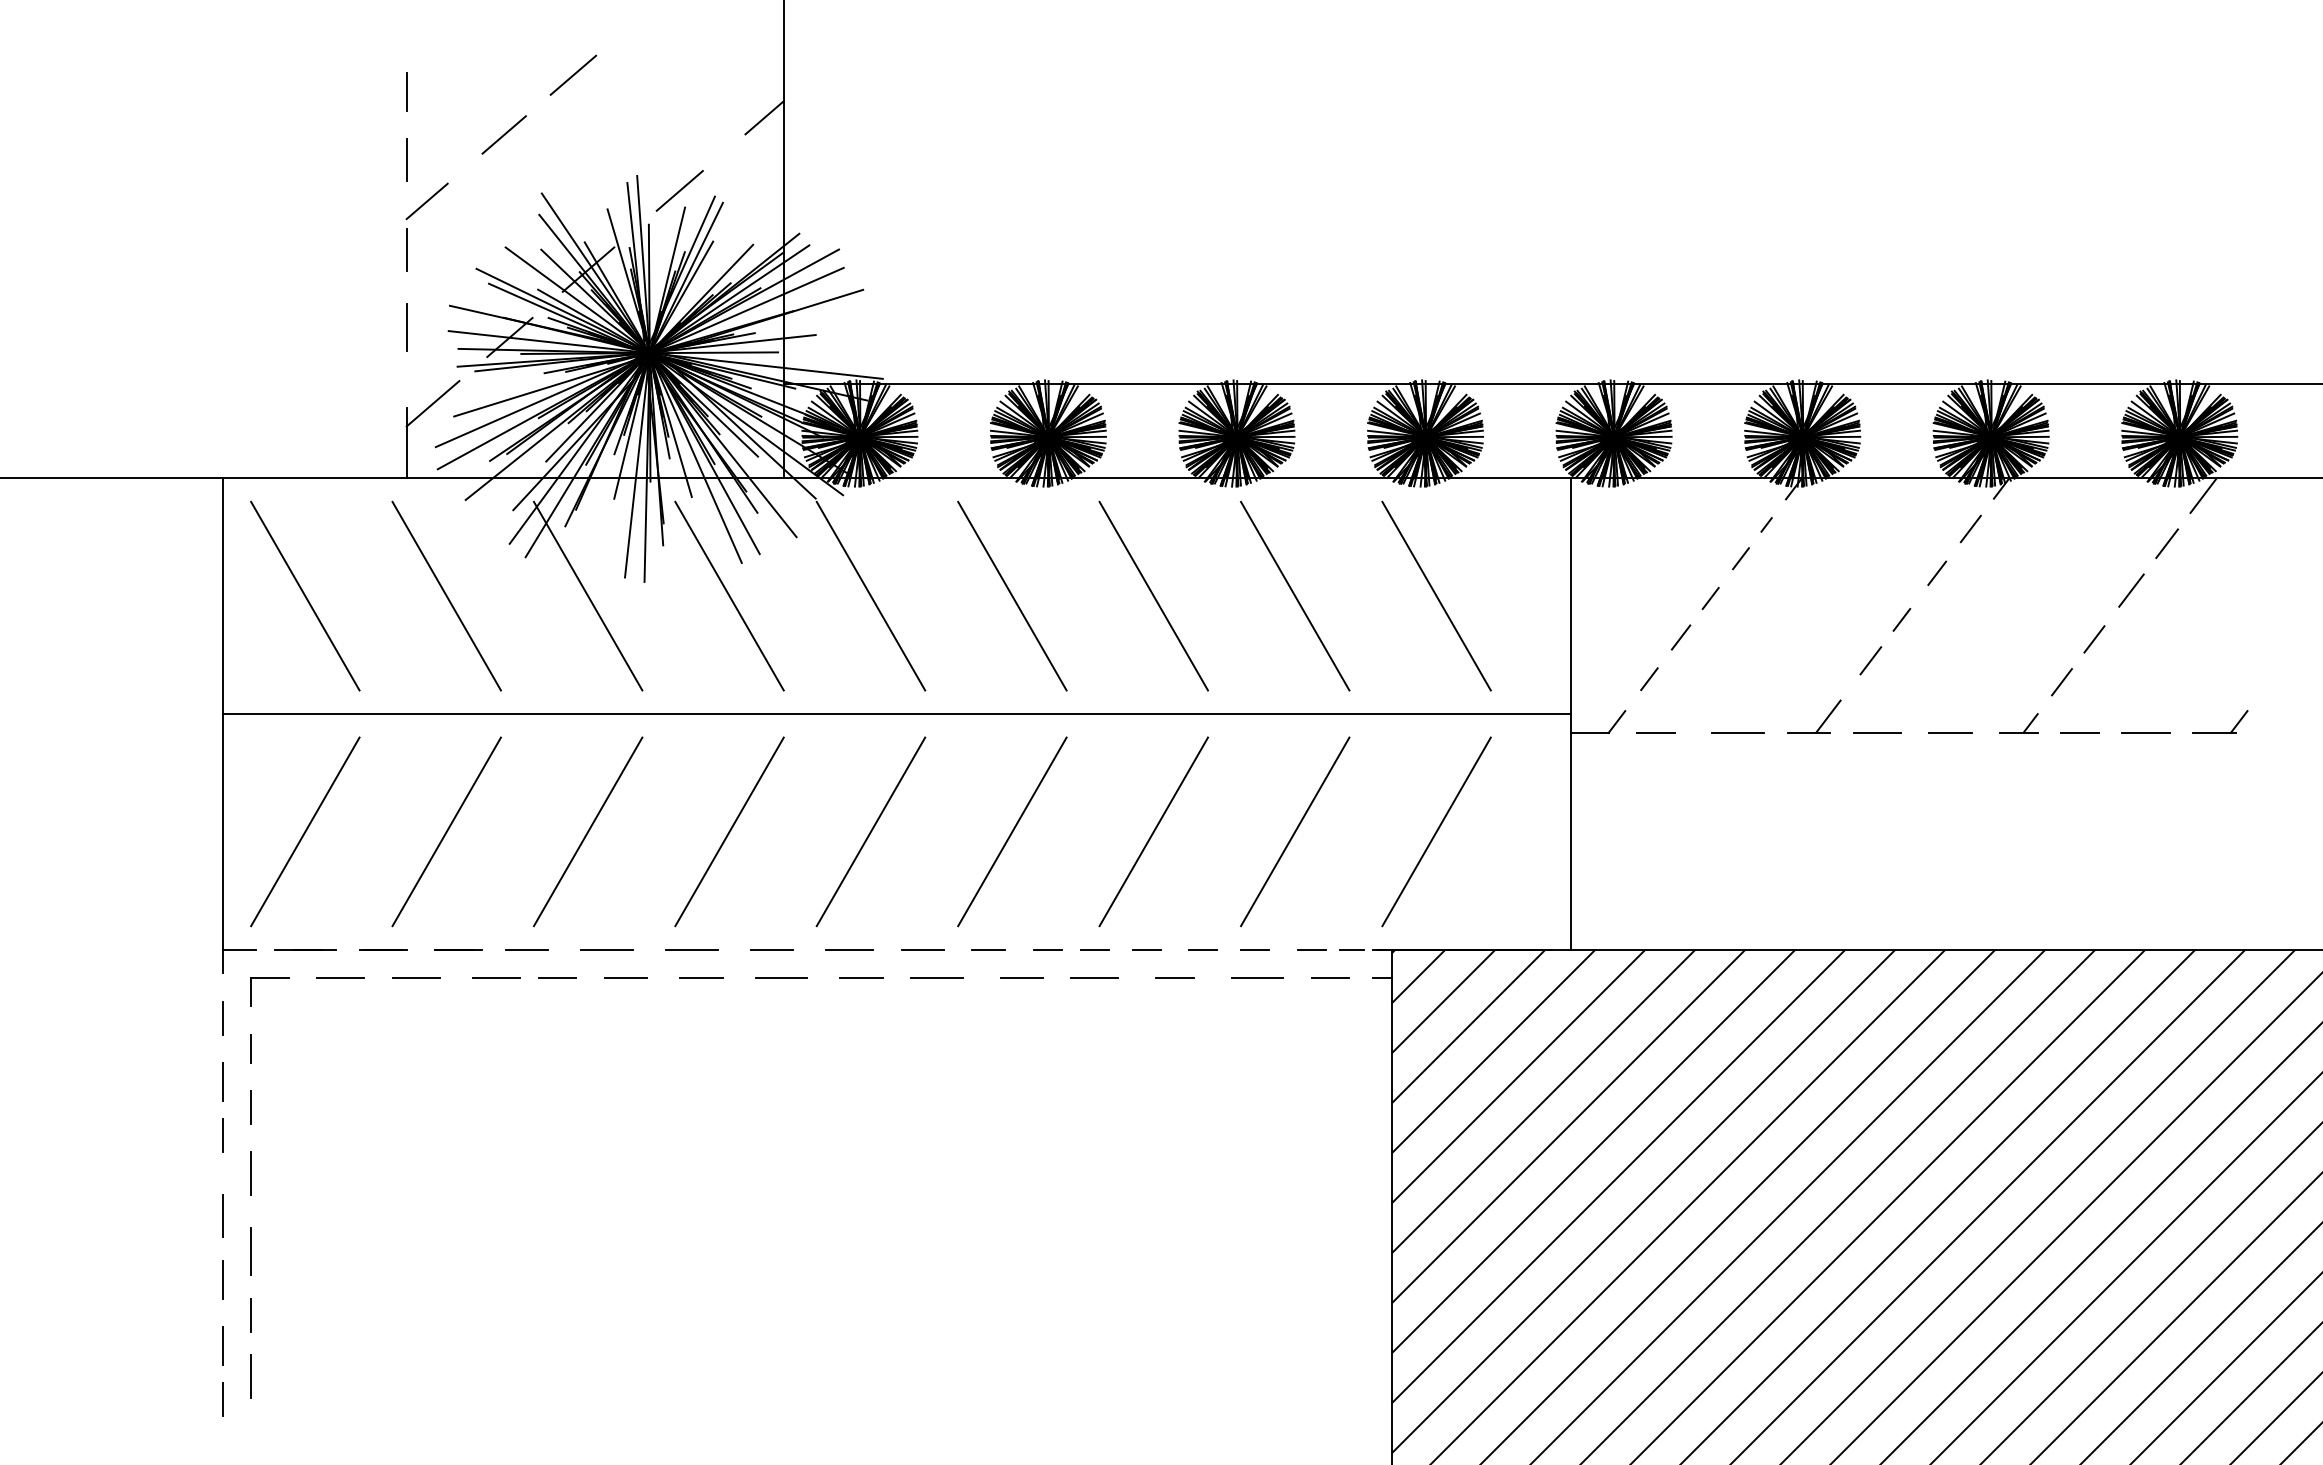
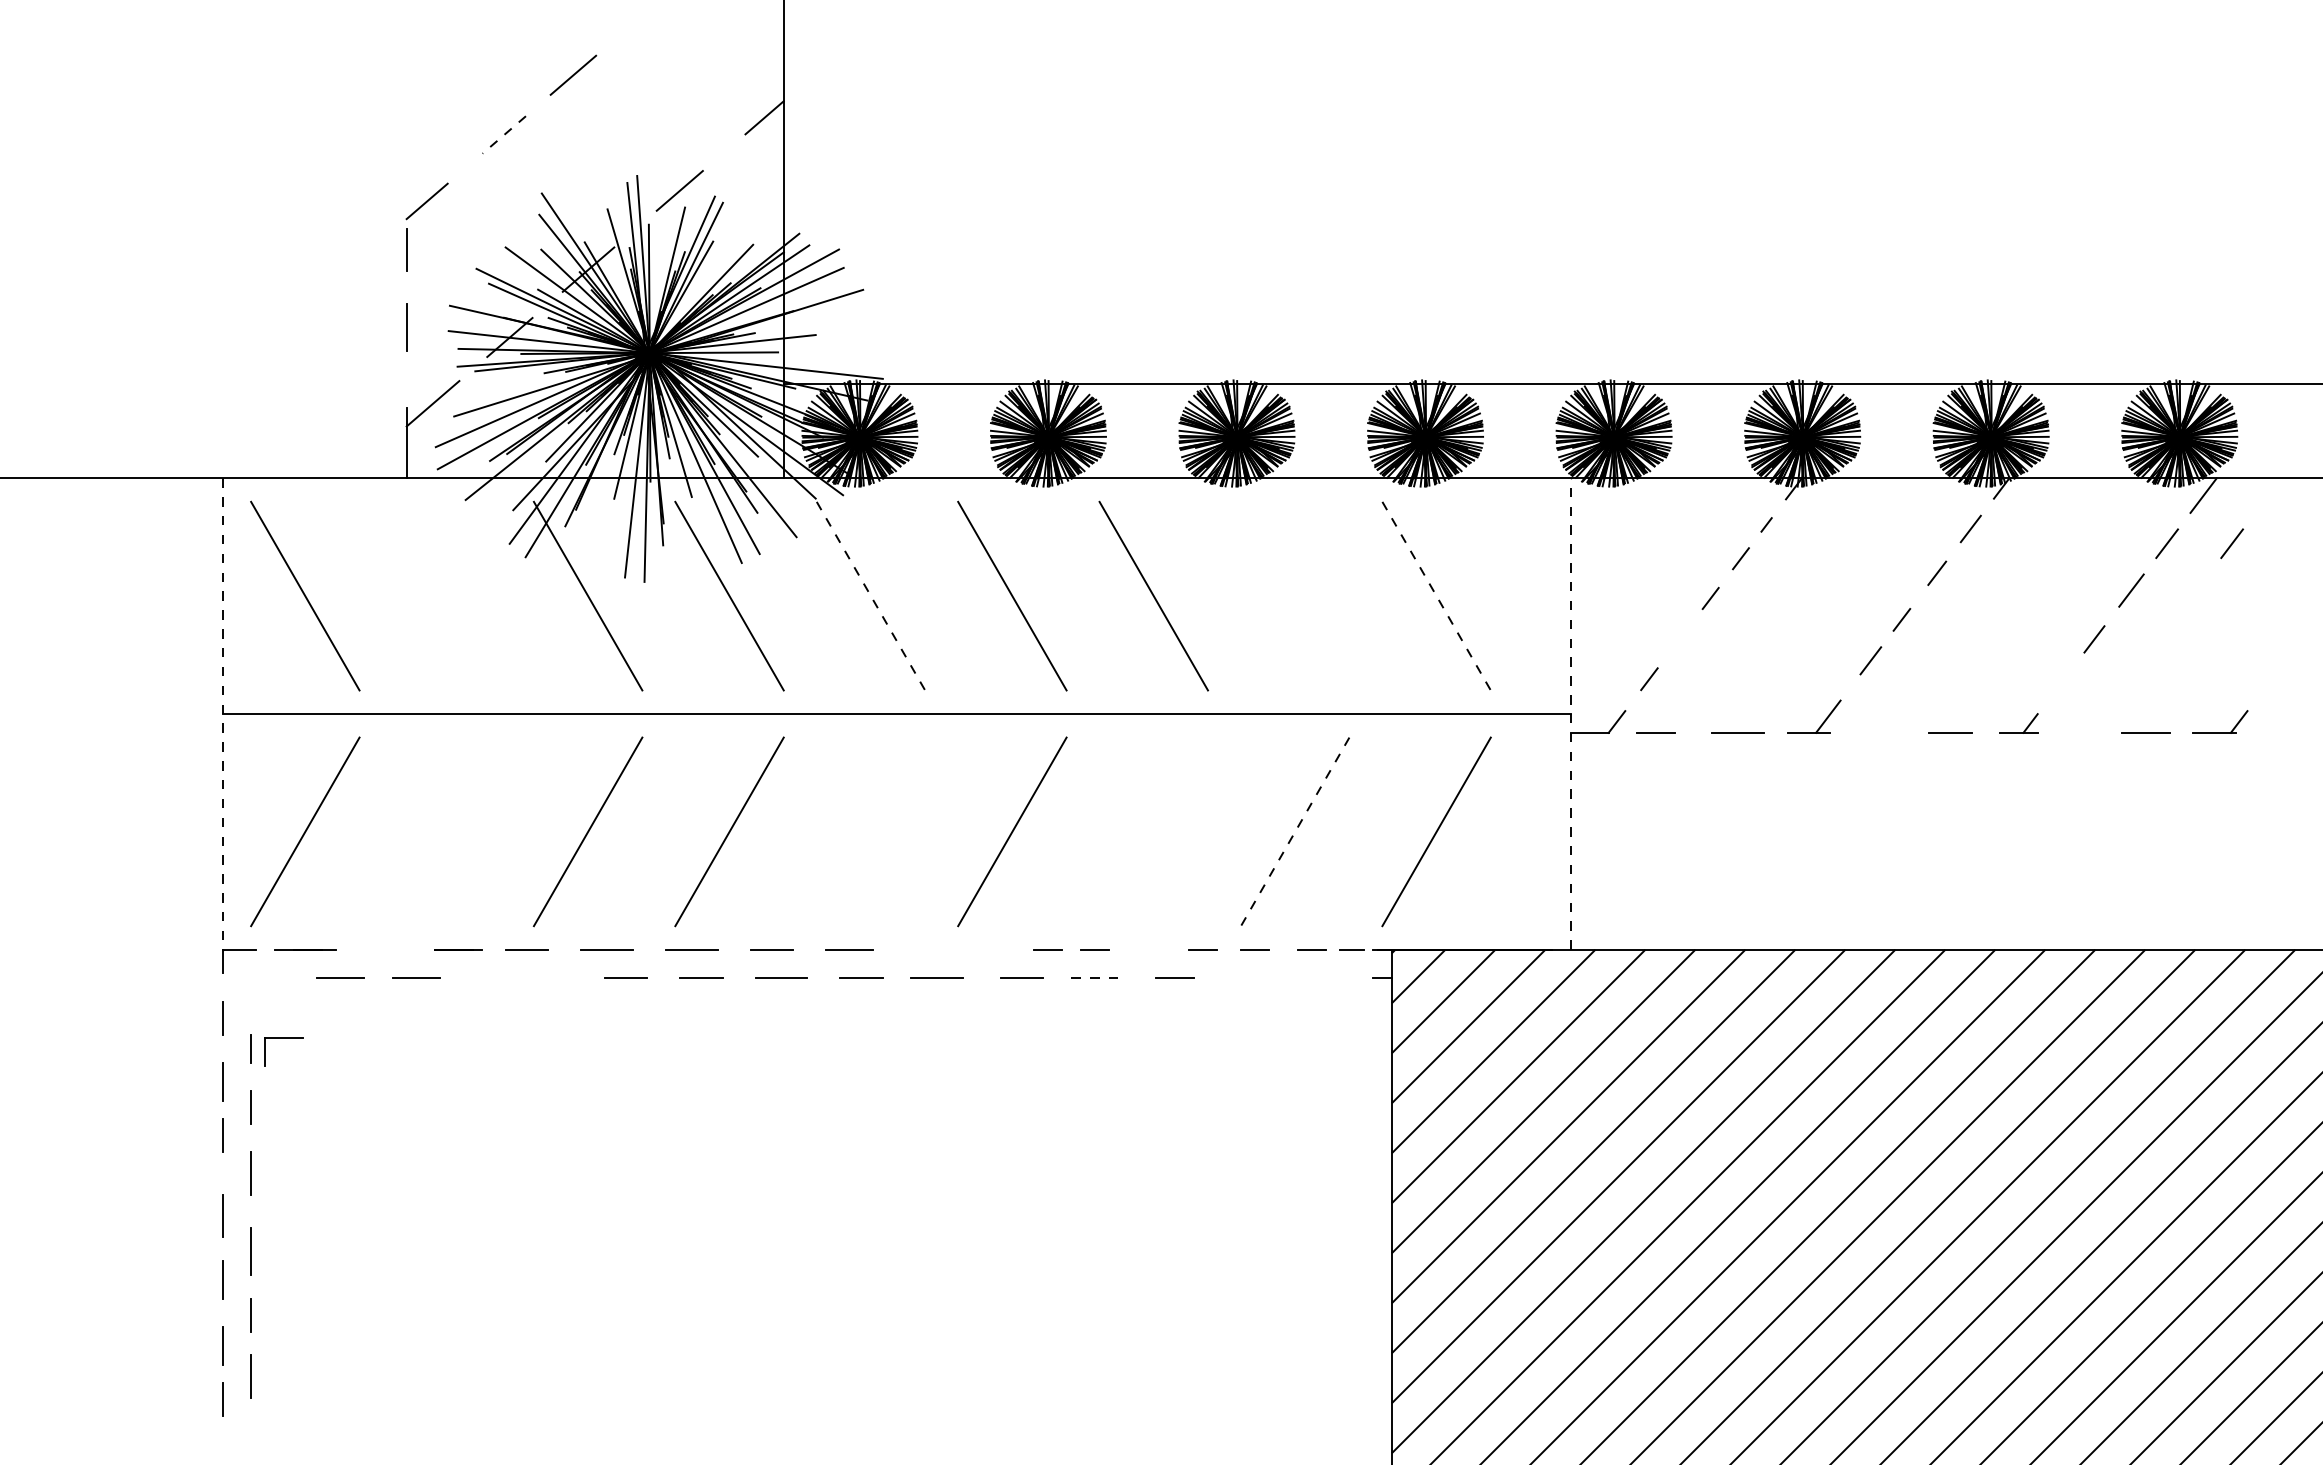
line at (406, 91): present -> none
line at (504, 134): solid -> dashed
line at (406, 159): present -> none
line at (2232, 543): none -> present
line at (446, 595): present -> none
line at (1295, 595): present -> none
line at (870, 596): solid -> dashed
line at (1436, 596): solid -> dashed
line at (1680, 637): present -> none
line at (2061, 682): present -> none
line at (222, 714): solid -> dashed
line at (1570, 714): solid -> dashed
line at (1876, 732): present -> none
line at (2079, 732): present -> none
line at (446, 831): present -> none
line at (870, 831): present -> none
line at (1153, 831): present -> none
line at (1295, 831): solid -> dashed
line at (383, 949): present -> none
line at (922, 949): present -> none
line at (988, 949): present -> none
line at (1146, 949): present -> none
line at (496, 977): present -> none
line at (557, 977): present -> none
line at (1094, 977): solid -> dashed
line at (1257, 977): present -> none
line at (1330, 977): present -> none
part at (269, 978) position: (269, 978) -> (283, 1038)
